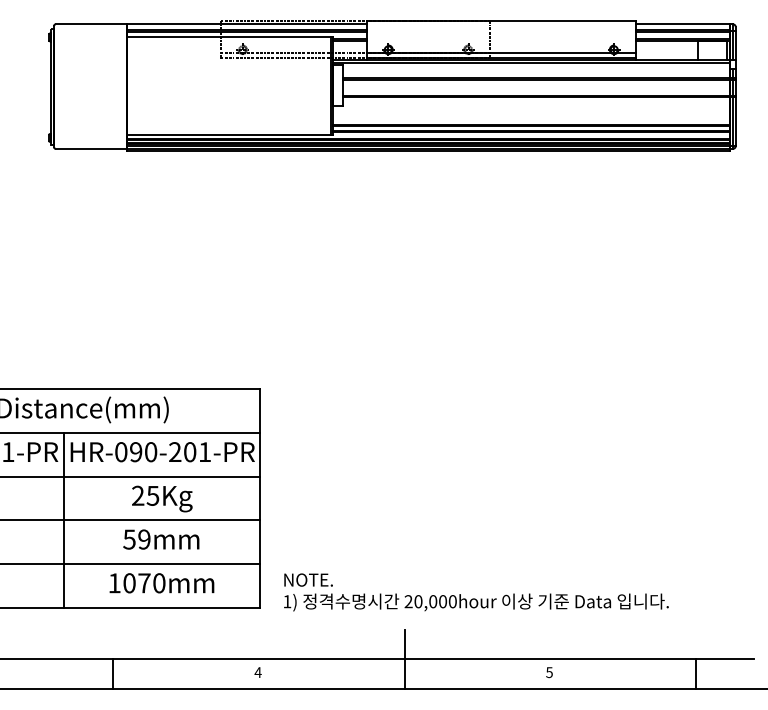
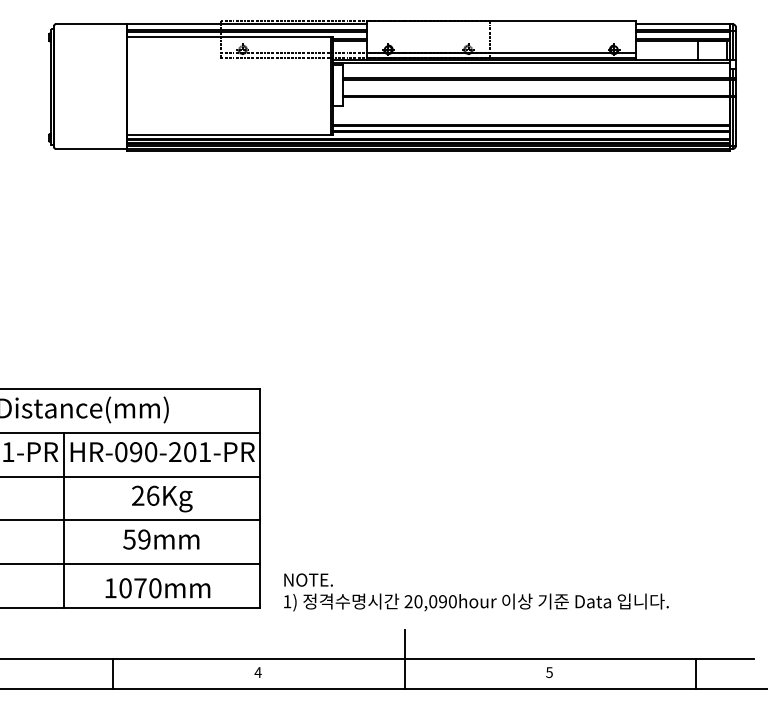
text at (152, 495): 25Kg -> 26Kg
text at (161, 583) position: (161, 583) -> (157, 588)
text at (443, 601): 20,000hour -> 20,090hour
